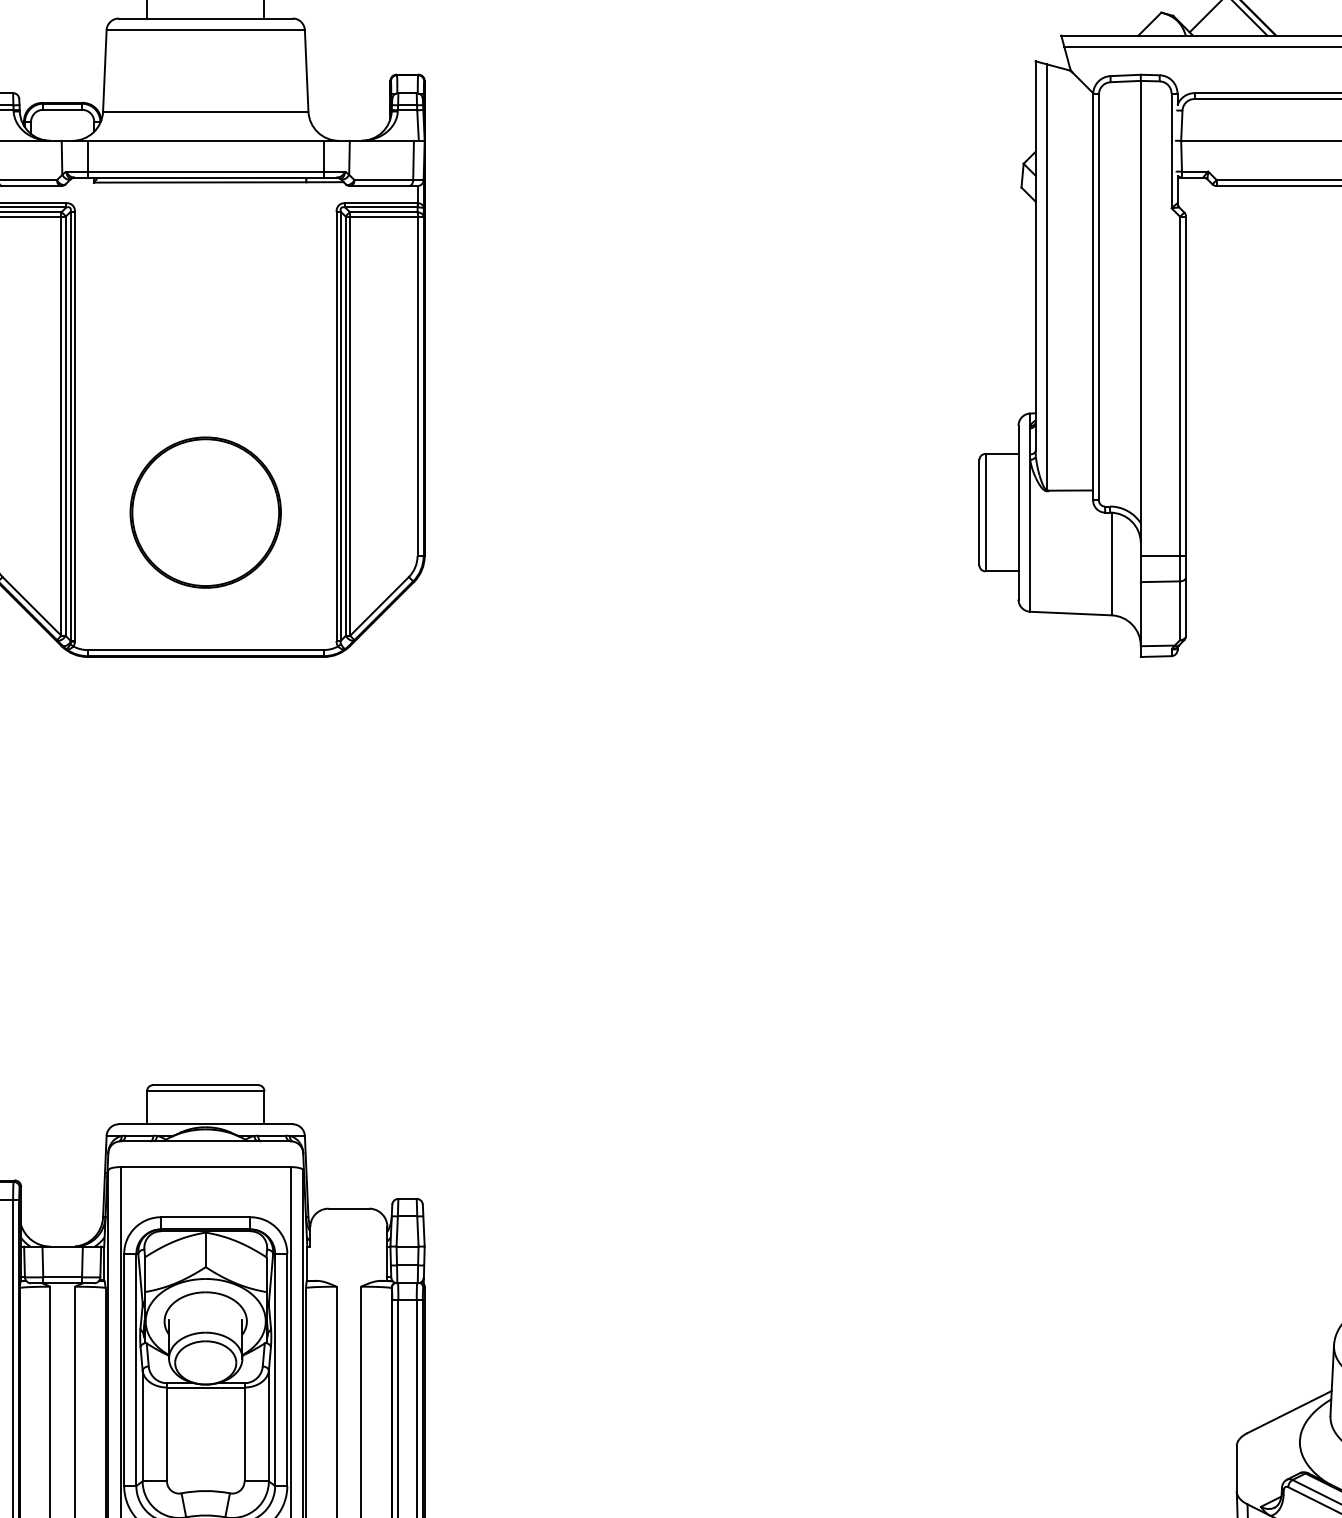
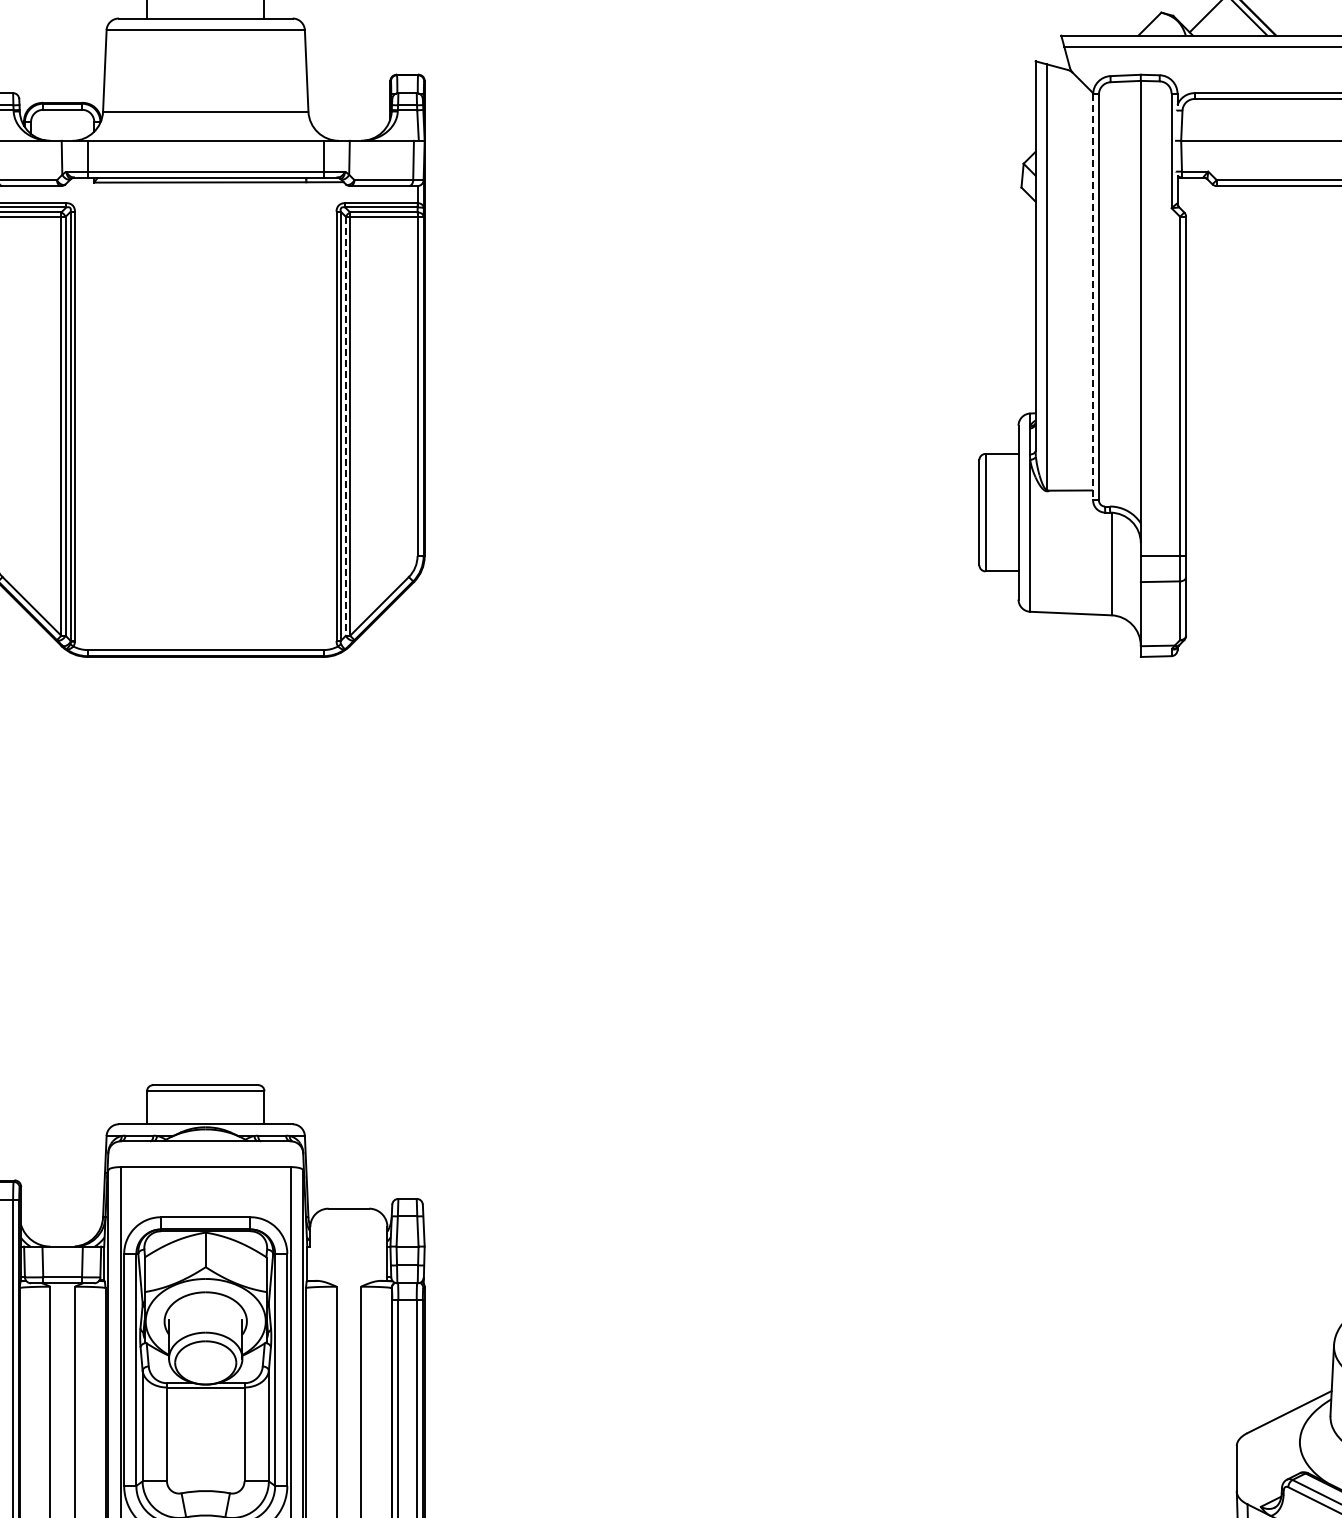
line at (1093, 297): solid -> dashed
line at (345, 426): solid -> dashed
part at (205, 512): present -> none
